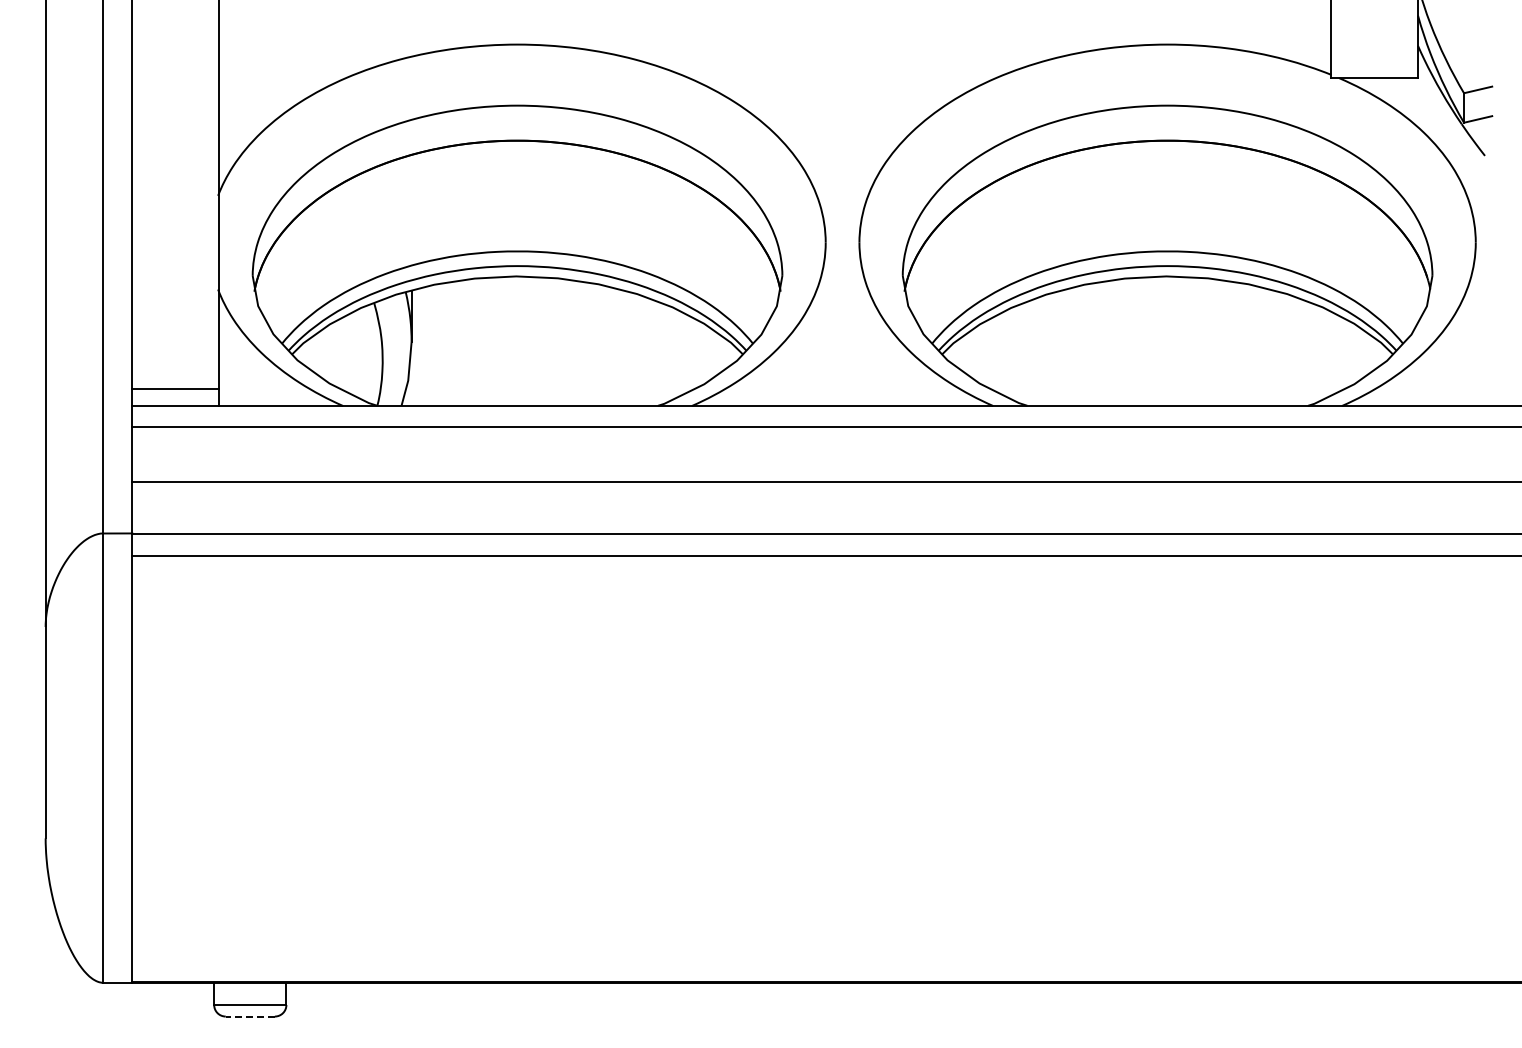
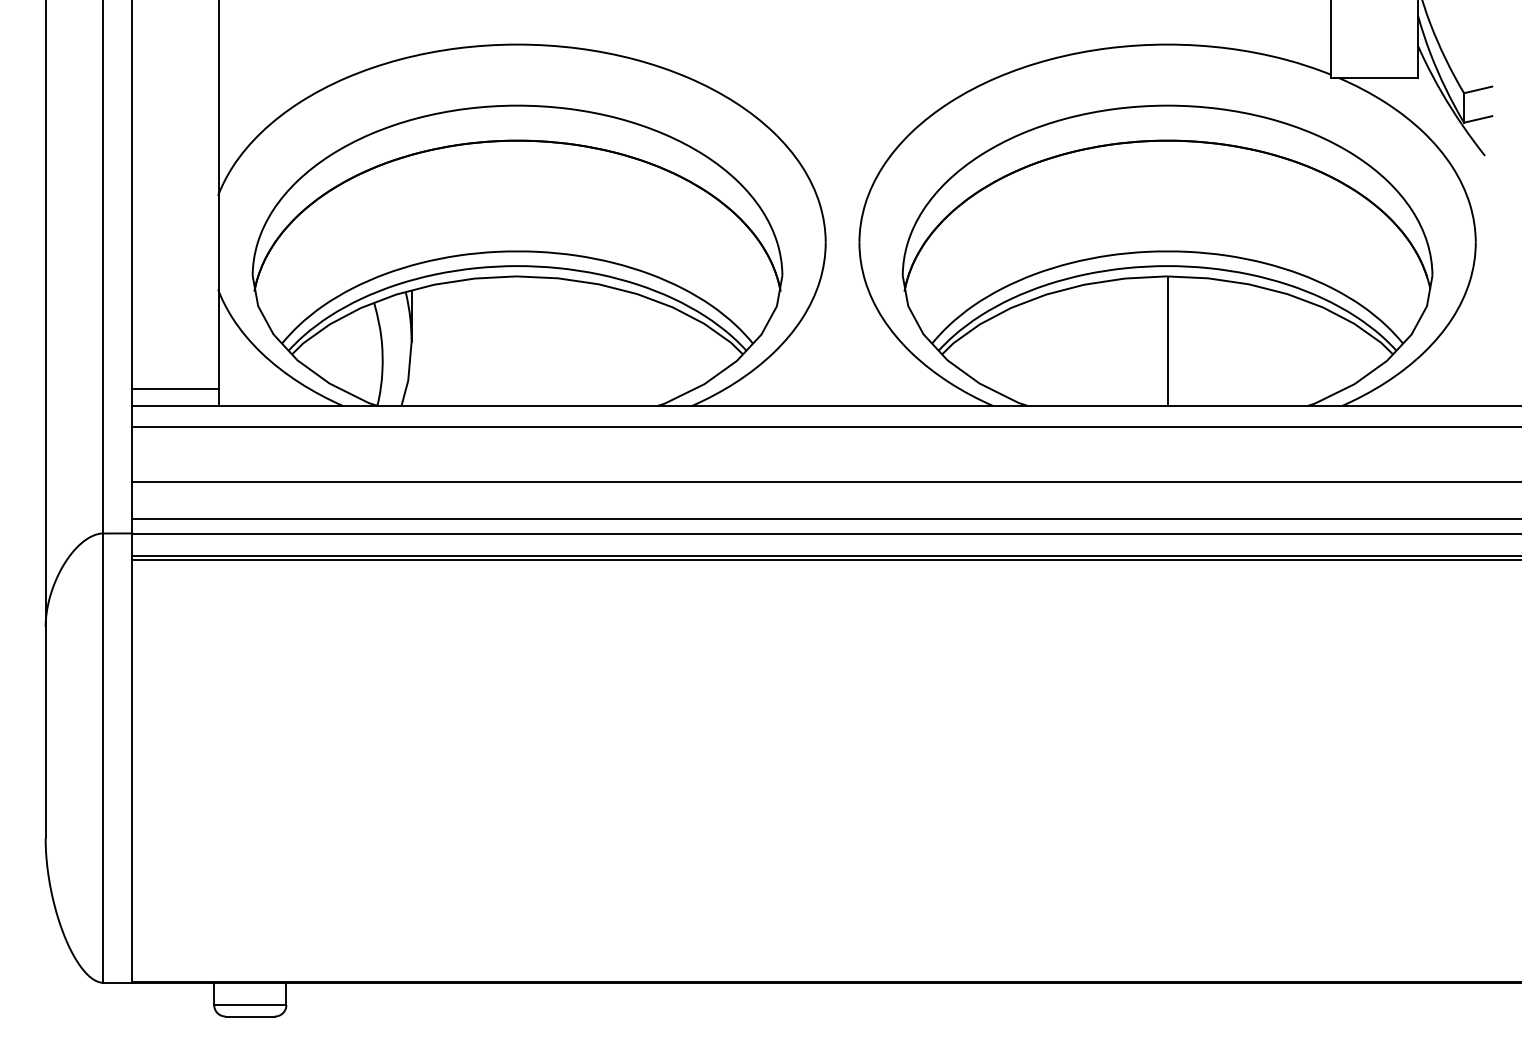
line at (1167, 340): none -> present
line at (825, 519): none -> present
line at (825, 560): none -> present
line at (250, 1016): dashed -> solid
